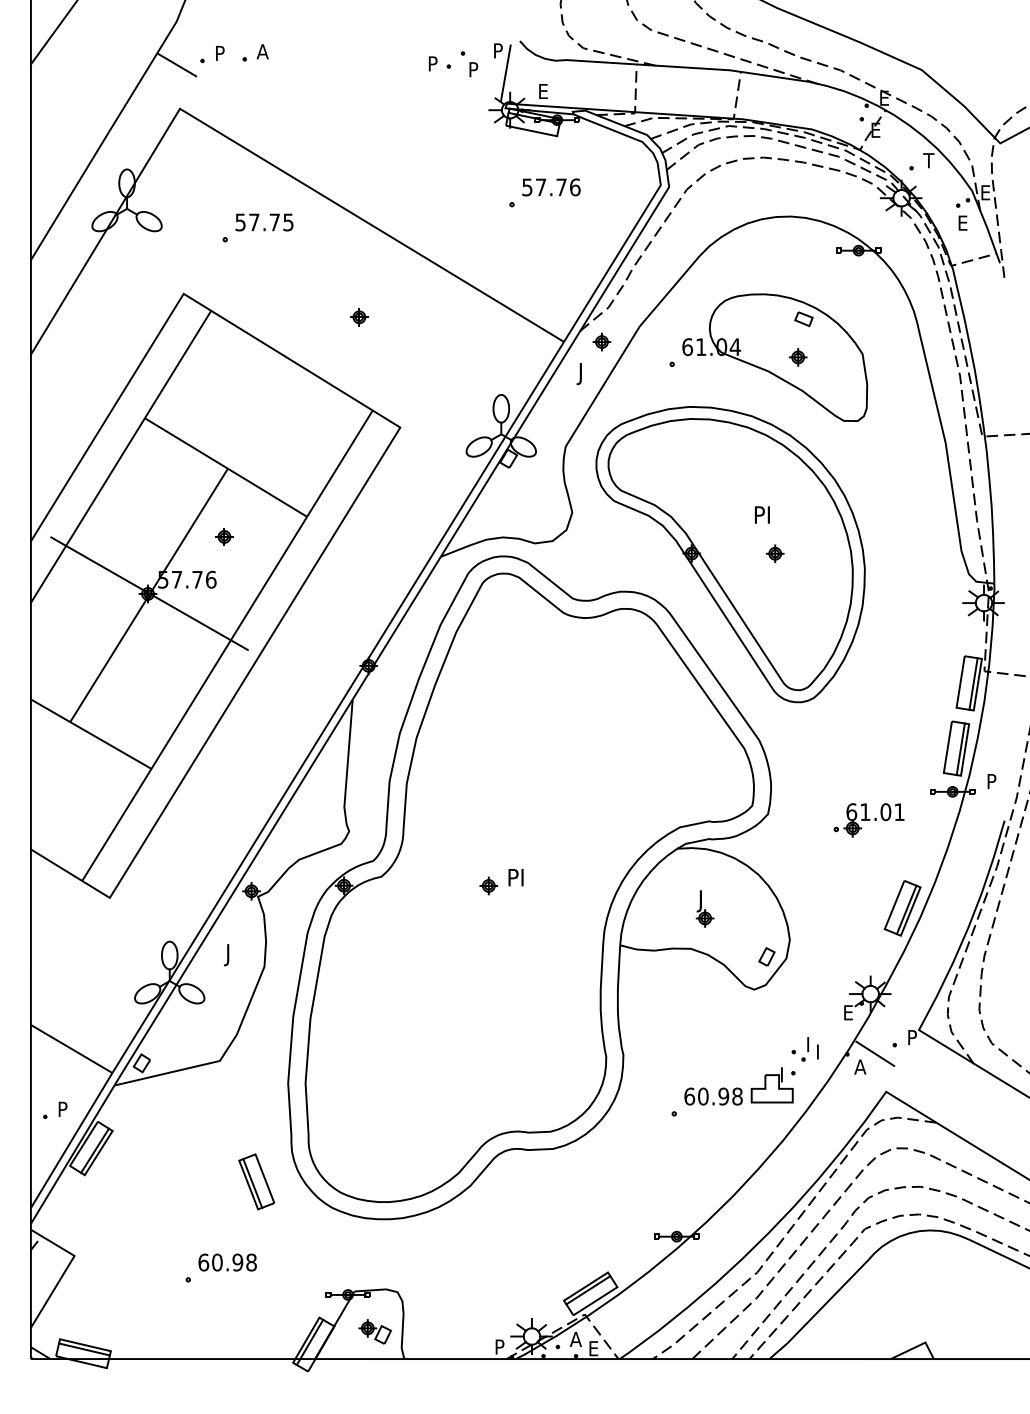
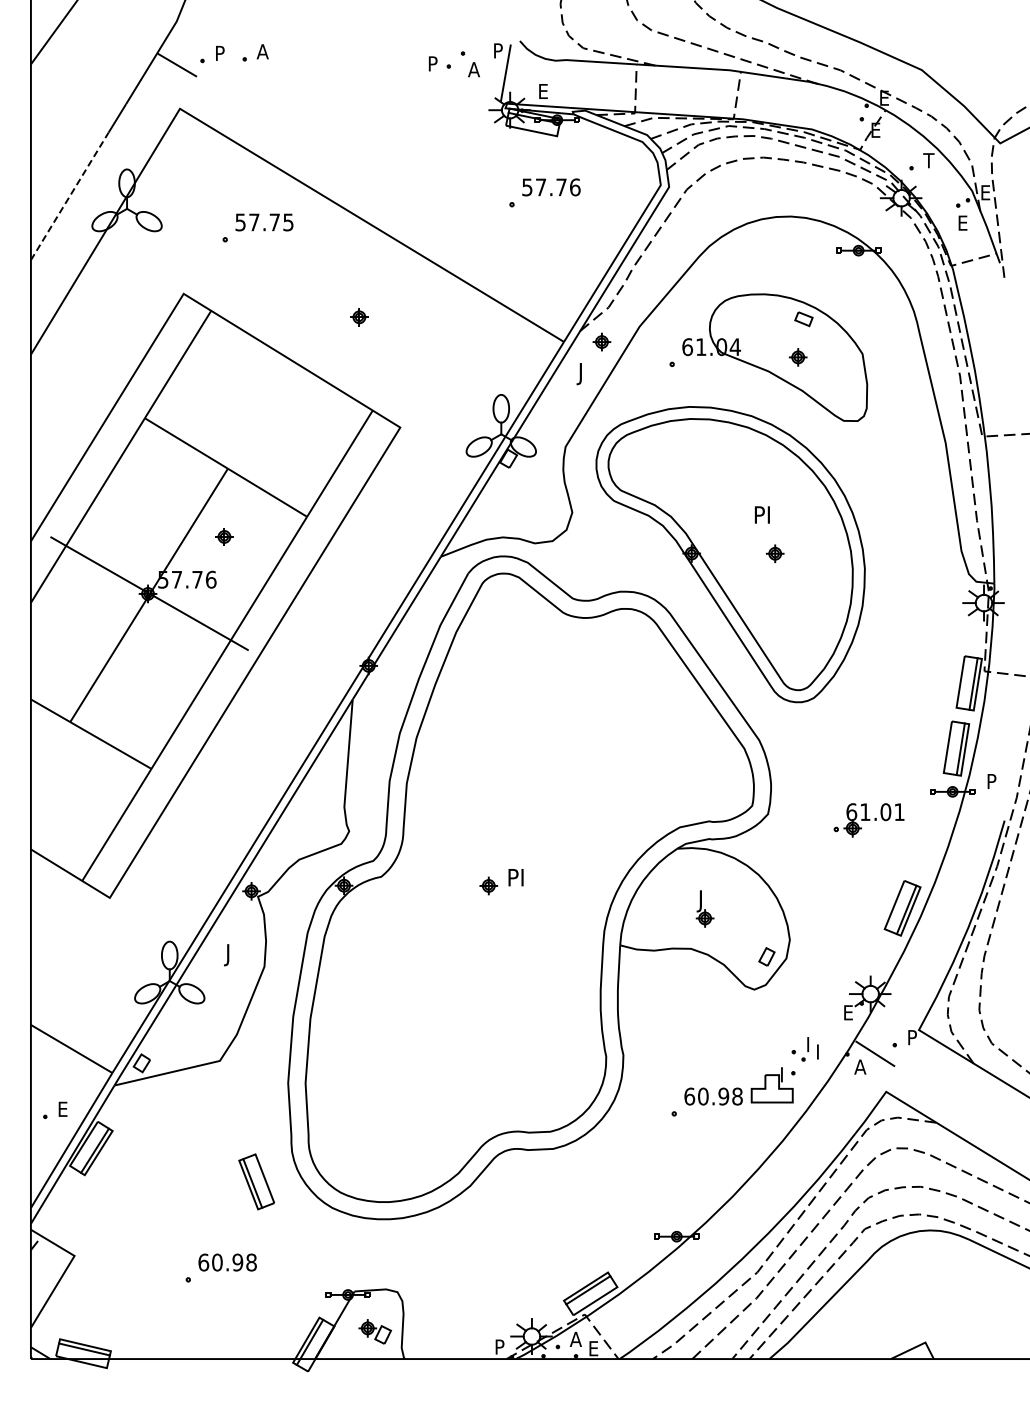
text at (473, 69): P -> A
line at (69, 196): solid -> dashed
text at (63, 1108): P -> E
